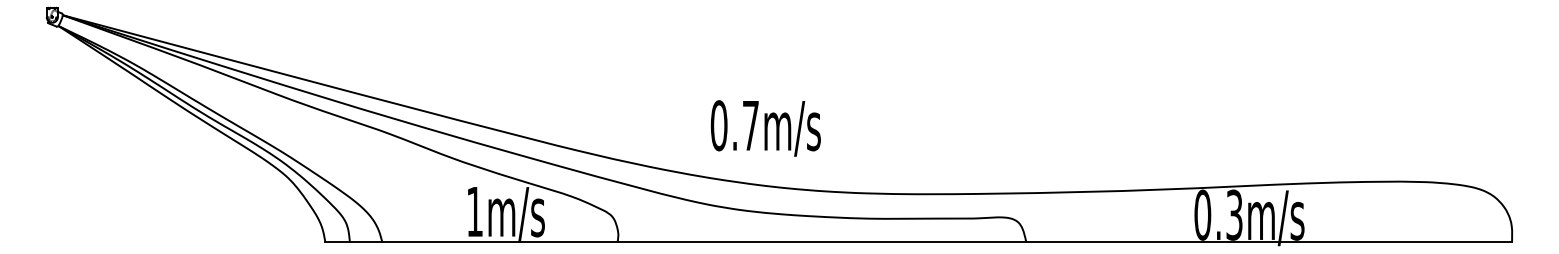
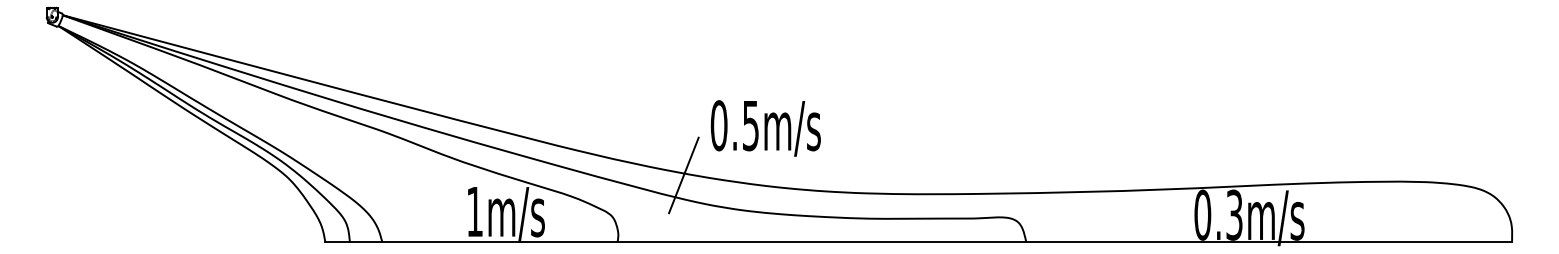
text at (750, 126): 0.7m/s -> 0.5m/s
line at (683, 175): none -> present
